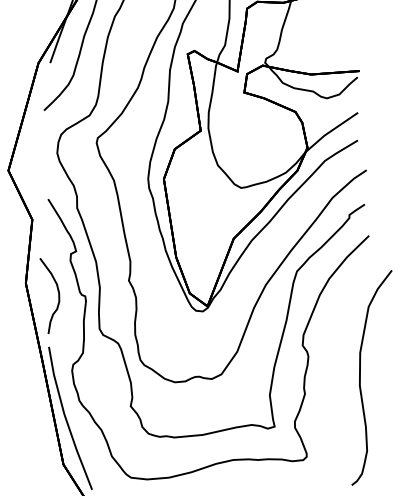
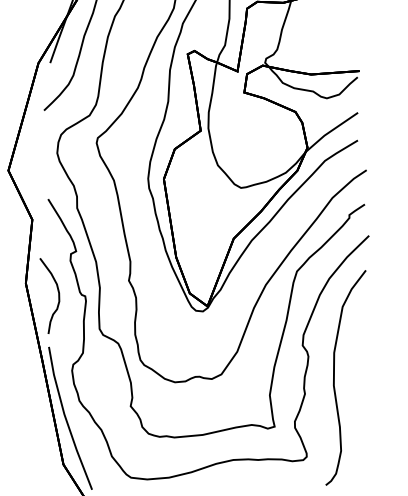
curve at (360, 377) position: (360, 377) -> (334, 377)
